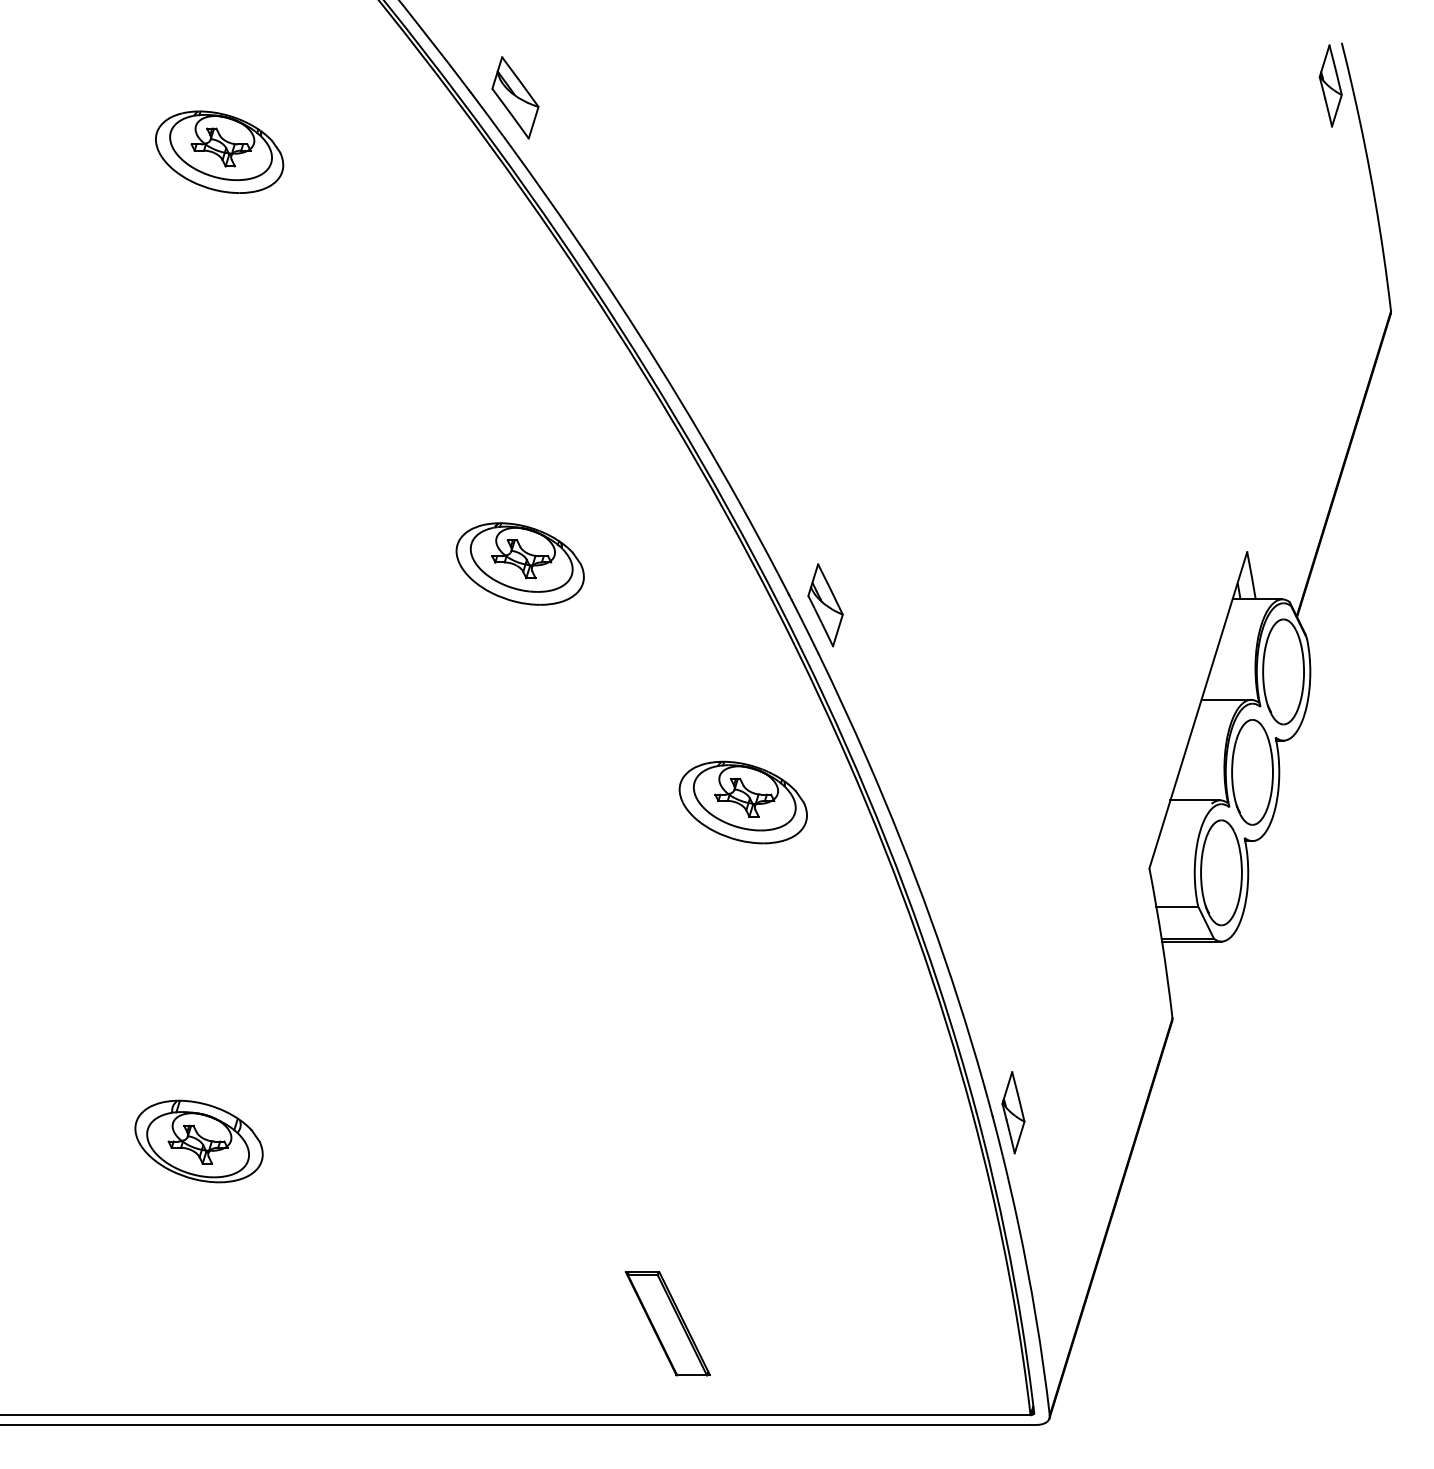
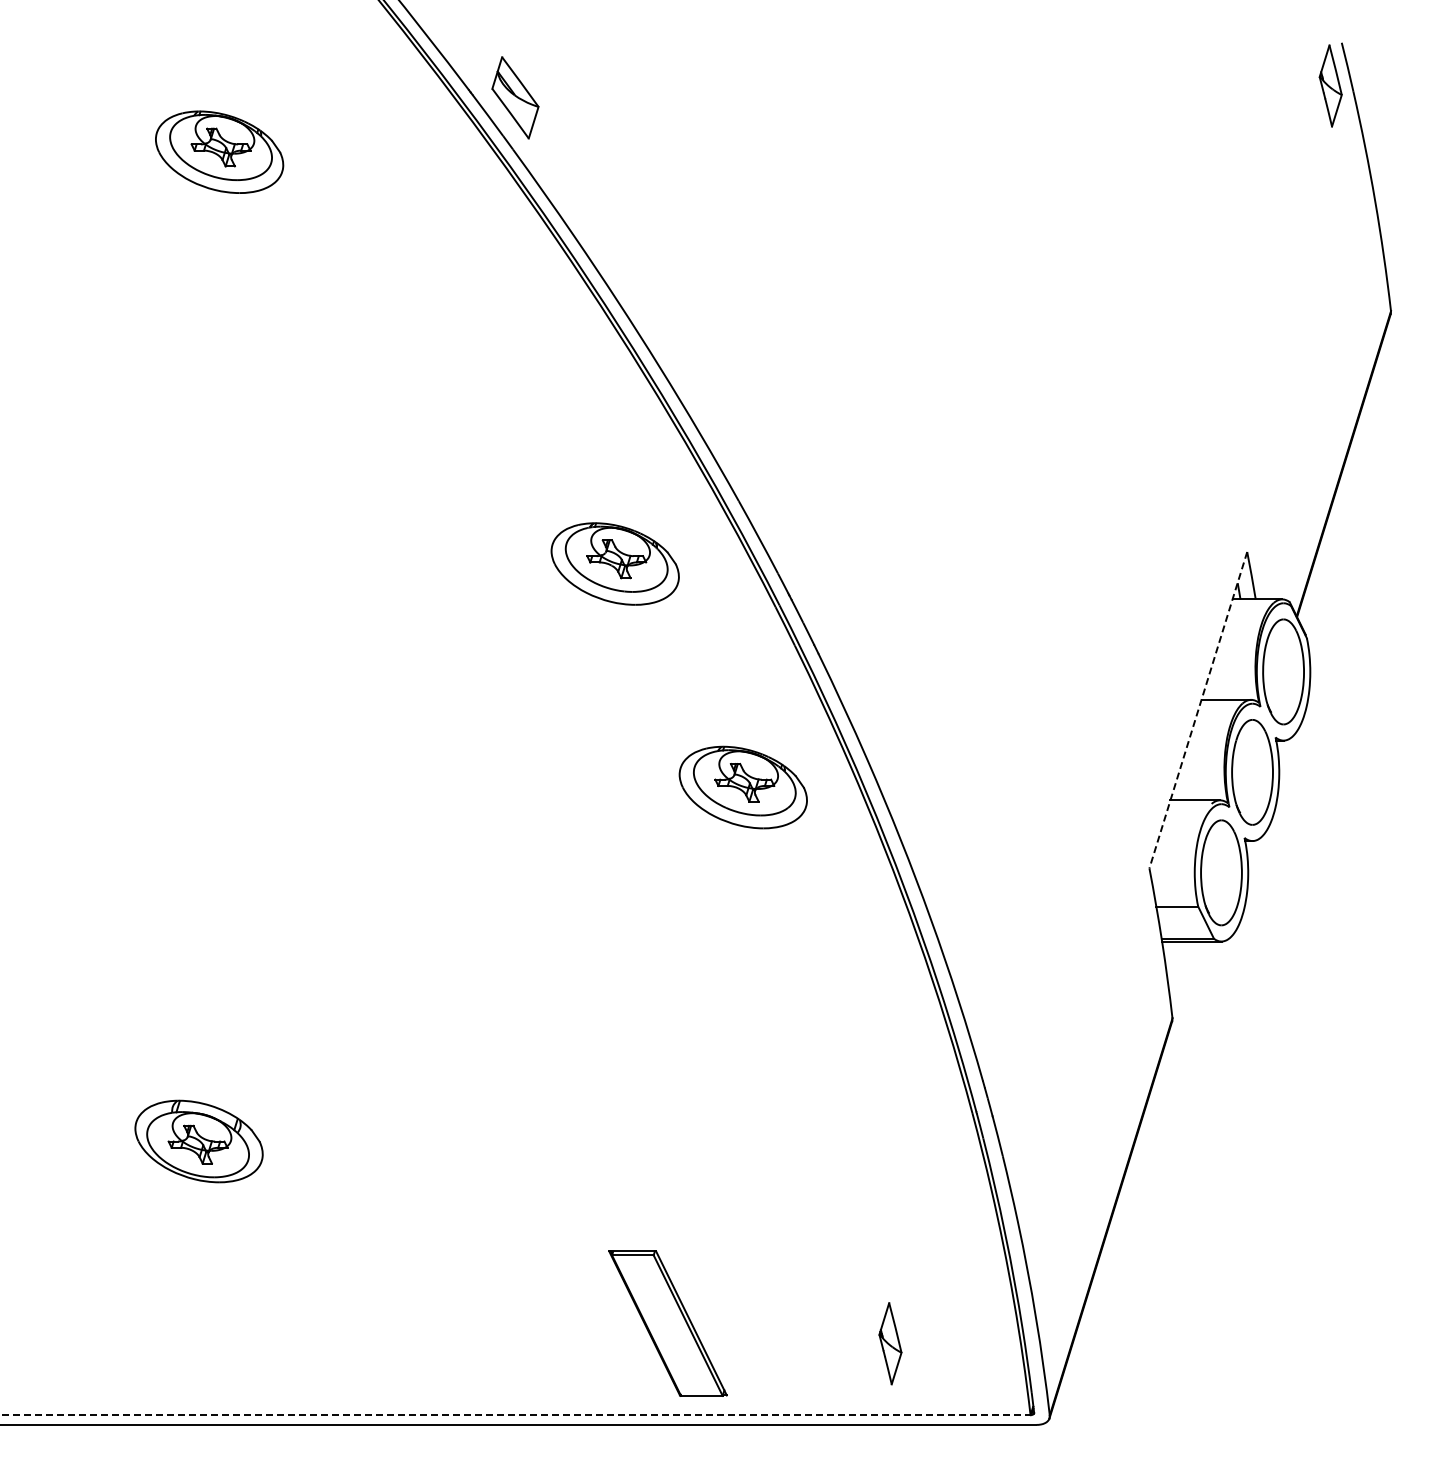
part at (519, 563) position: (519, 563) -> (614, 563)
part at (825, 605): present -> none
line at (1198, 710): solid -> dashed
part at (742, 802) position: (742, 802) -> (742, 787)
part at (1013, 1112) position: (1013, 1112) -> (890, 1343)
part at (667, 1323) size: 87x106 px -> 120x147 px
line at (515, 1415): solid -> dashed
